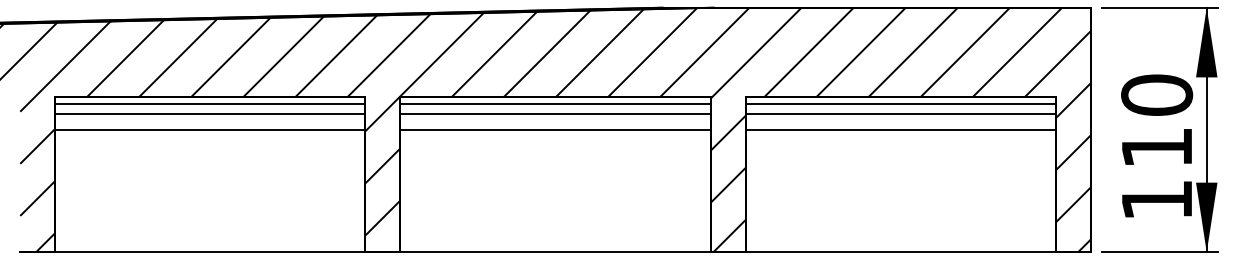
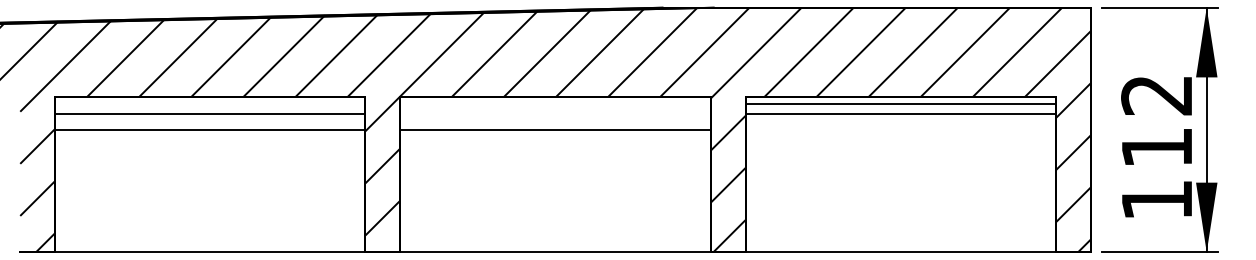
text at (1157, 94): 110 -> 112
line at (210, 104): present -> none
line at (555, 104): present -> none
line at (555, 113): present -> none
line at (900, 129): present -> none
